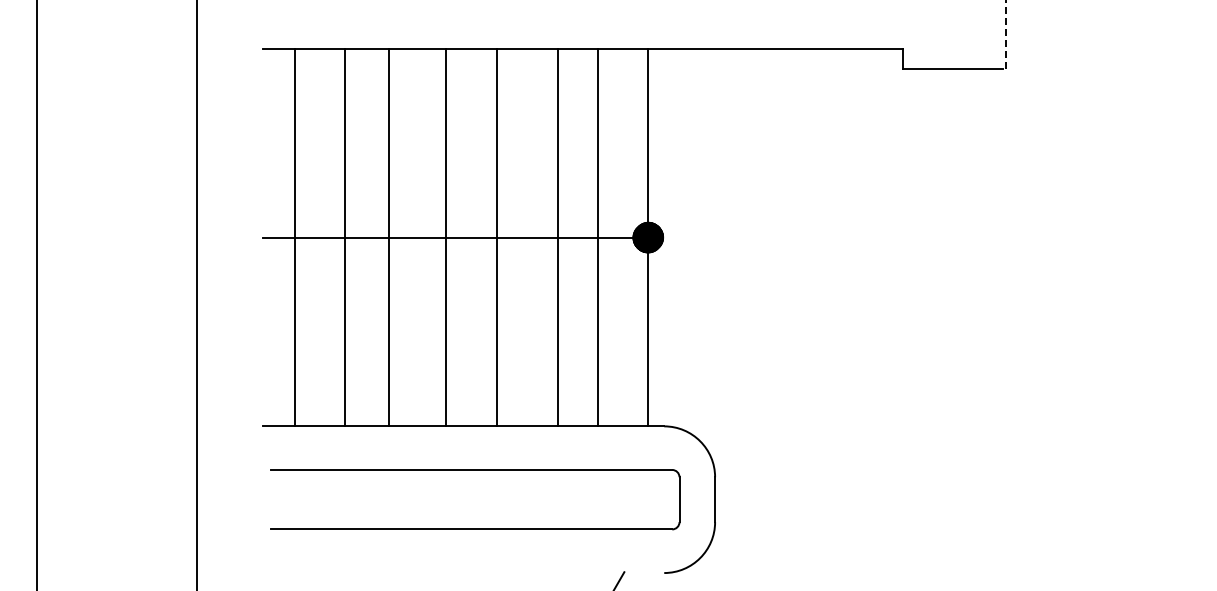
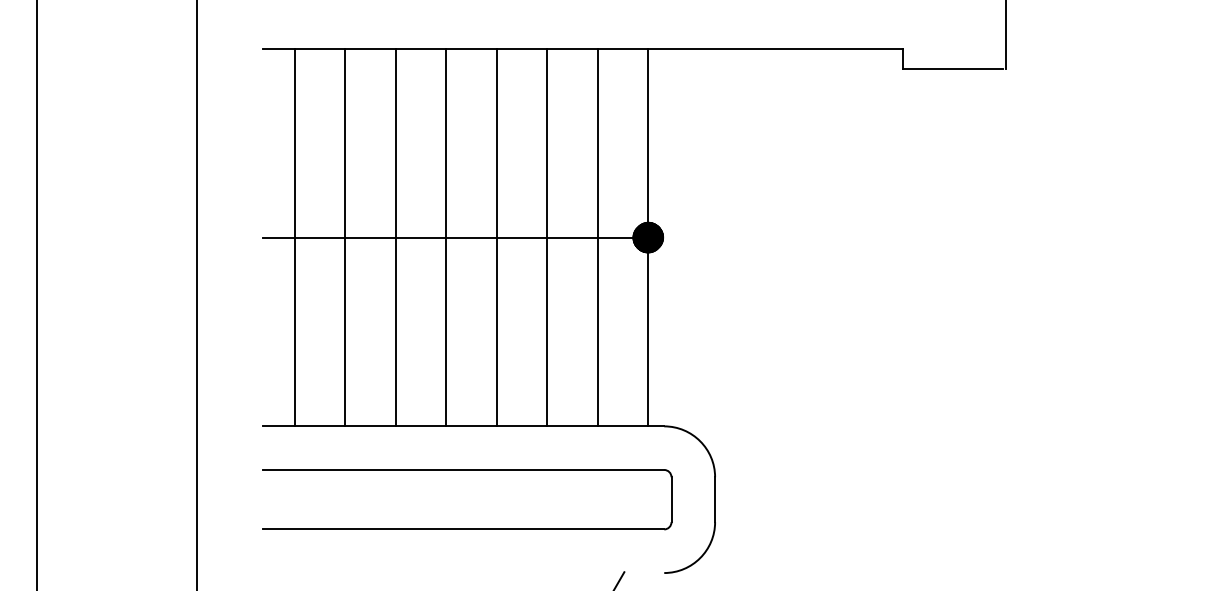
line at (1005, 34): dashed -> solid
line at (388, 237) position: (388, 237) -> (395, 237)
line at (558, 237) position: (558, 237) -> (547, 237)
part at (475, 470) position: (475, 470) -> (467, 470)
